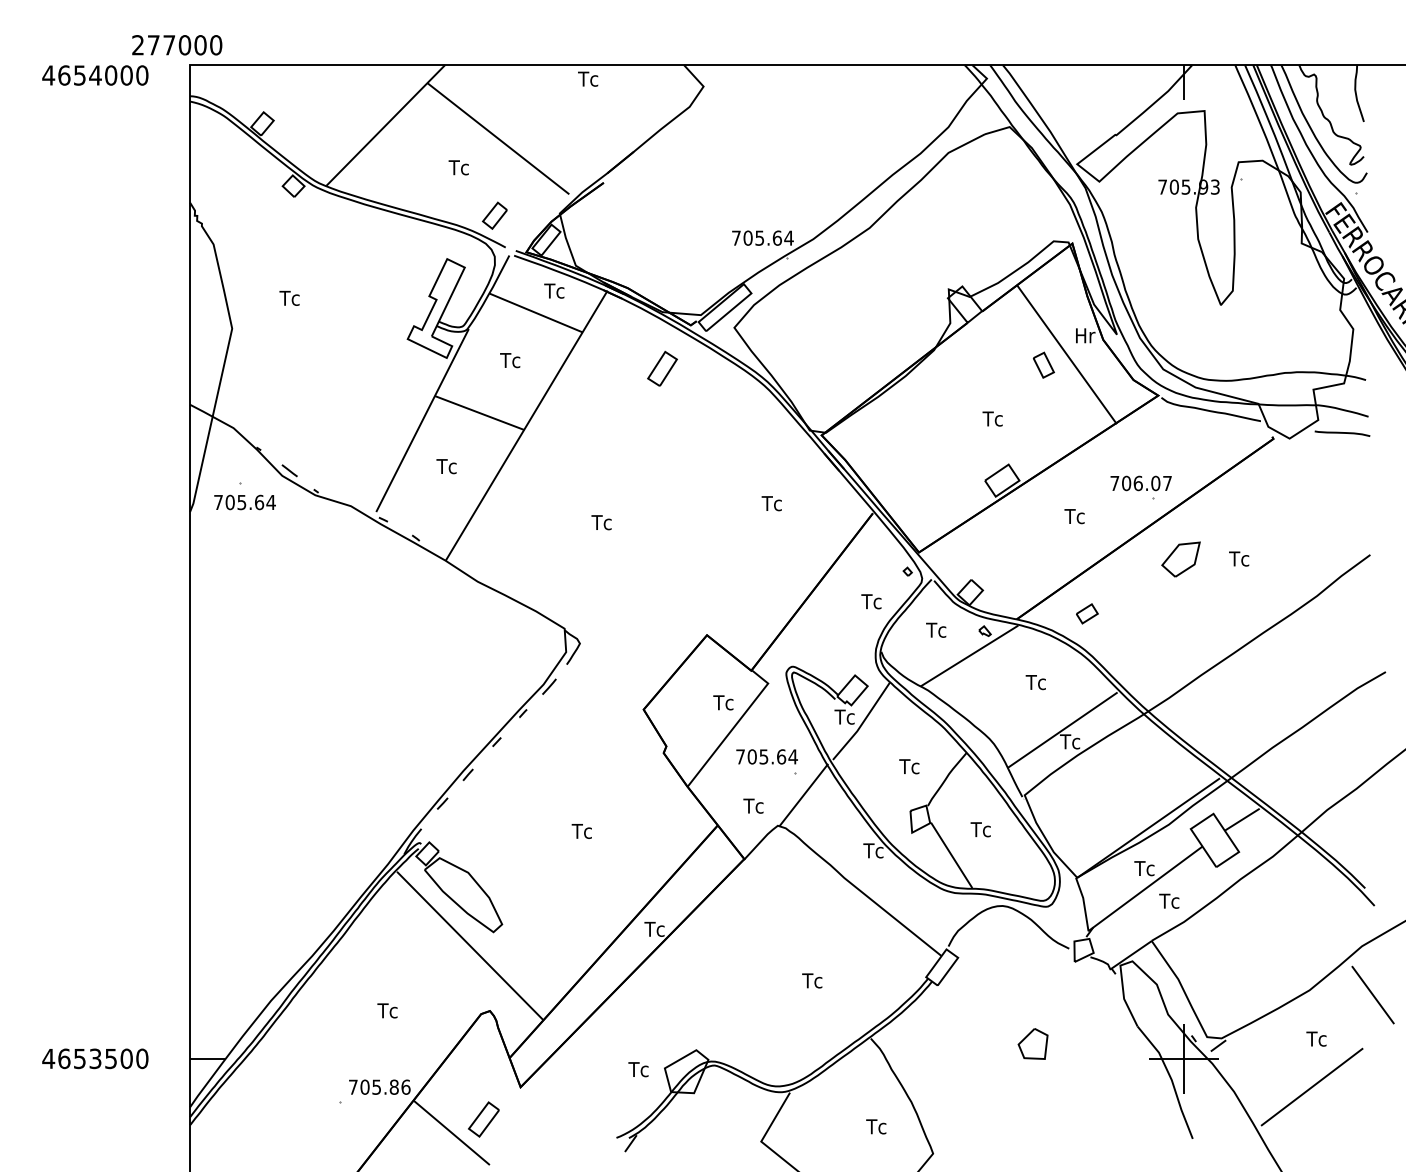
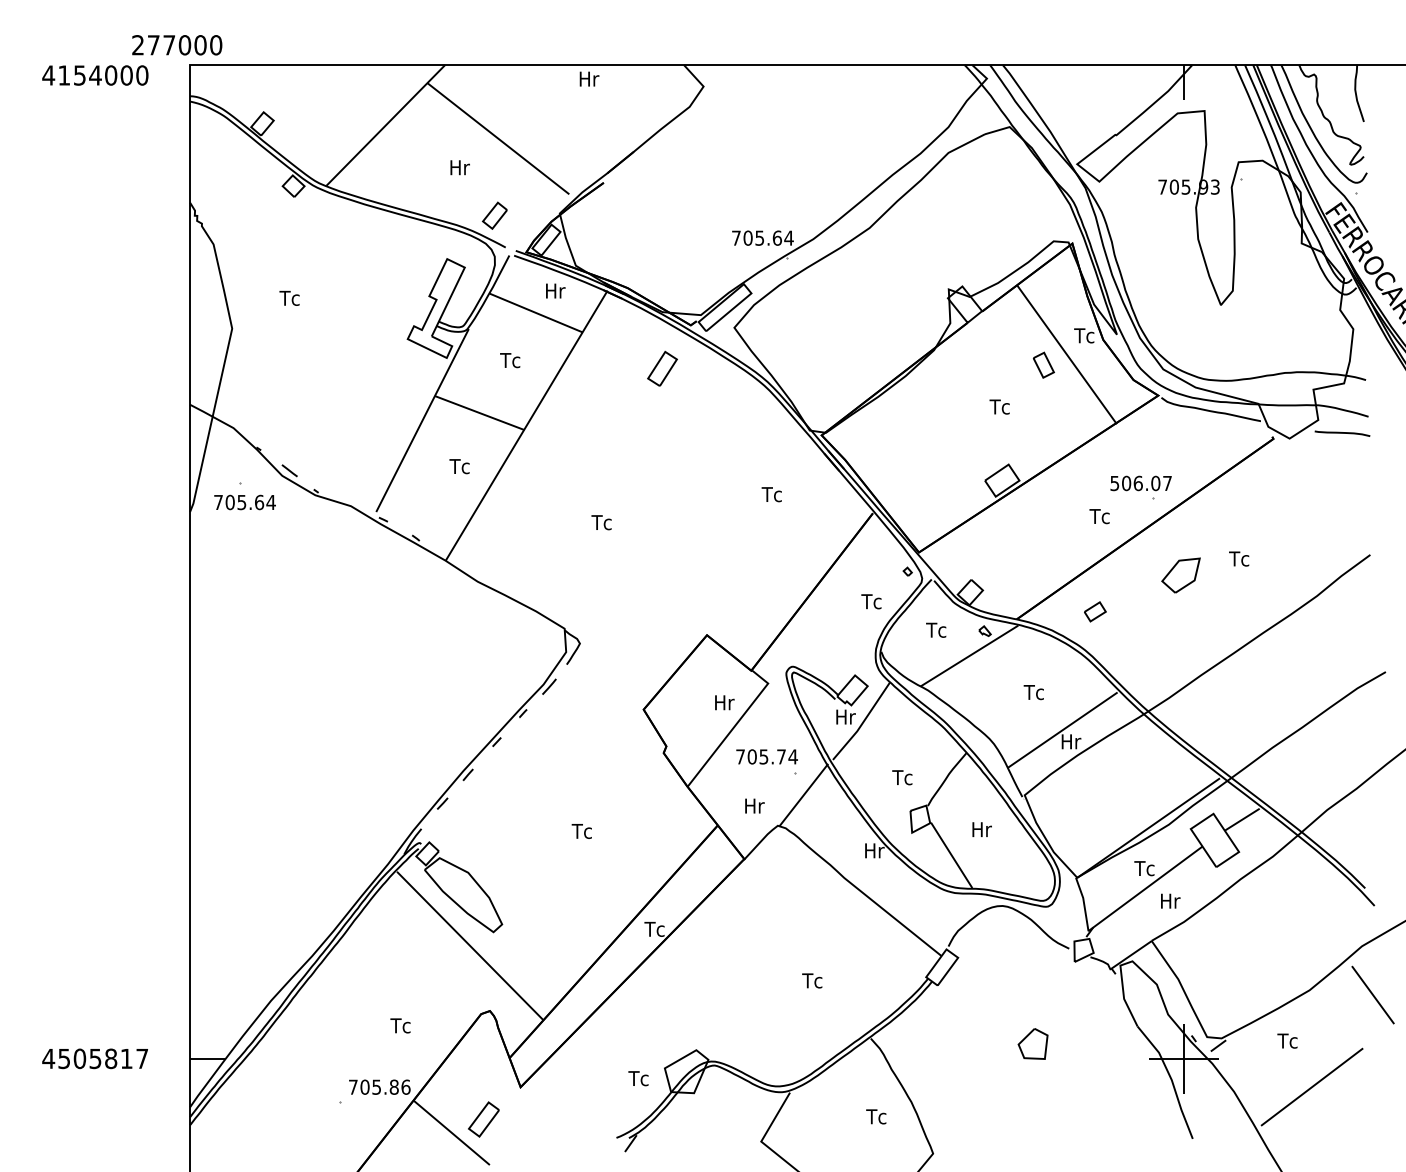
text at (64, 75): 4654000 -> 4154000
text at (588, 78): Tc -> Hr
text at (458, 167): Tc -> Hr
text at (554, 290): Tc -> Hr
text at (1084, 335): Hr -> Tc
text at (992, 418) position: (992, 418) -> (999, 406)
text at (446, 466) position: (446, 466) -> (459, 466)
text at (1114, 483): 706.07 -> 506.07
text at (771, 503) position: (771, 503) -> (771, 494)
text at (1074, 516) position: (1074, 516) -> (1099, 516)
part at (1180, 559) position: (1180, 559) -> (1180, 575)
part at (1087, 613) position: (1087, 613) -> (1095, 611)
text at (1035, 682) position: (1035, 682) -> (1033, 692)
text at (723, 702): Tc -> Hr
text at (844, 716): Tc -> Hr
text at (1070, 741): Tc -> Hr
text at (781, 756): 705.64 -> 705.74
text at (909, 766) position: (909, 766) -> (902, 777)
text at (753, 805): Tc -> Hr
text at (980, 829): Tc -> Hr
text at (873, 850): Tc -> Hr
text at (1169, 900): Tc -> Hr
text at (387, 1010) position: (387, 1010) -> (400, 1025)
text at (1316, 1038) position: (1316, 1038) -> (1287, 1040)
text at (103, 1058): 4653500 -> 4505817
text at (638, 1069) position: (638, 1069) -> (638, 1078)
text at (876, 1126) position: (876, 1126) -> (876, 1116)
